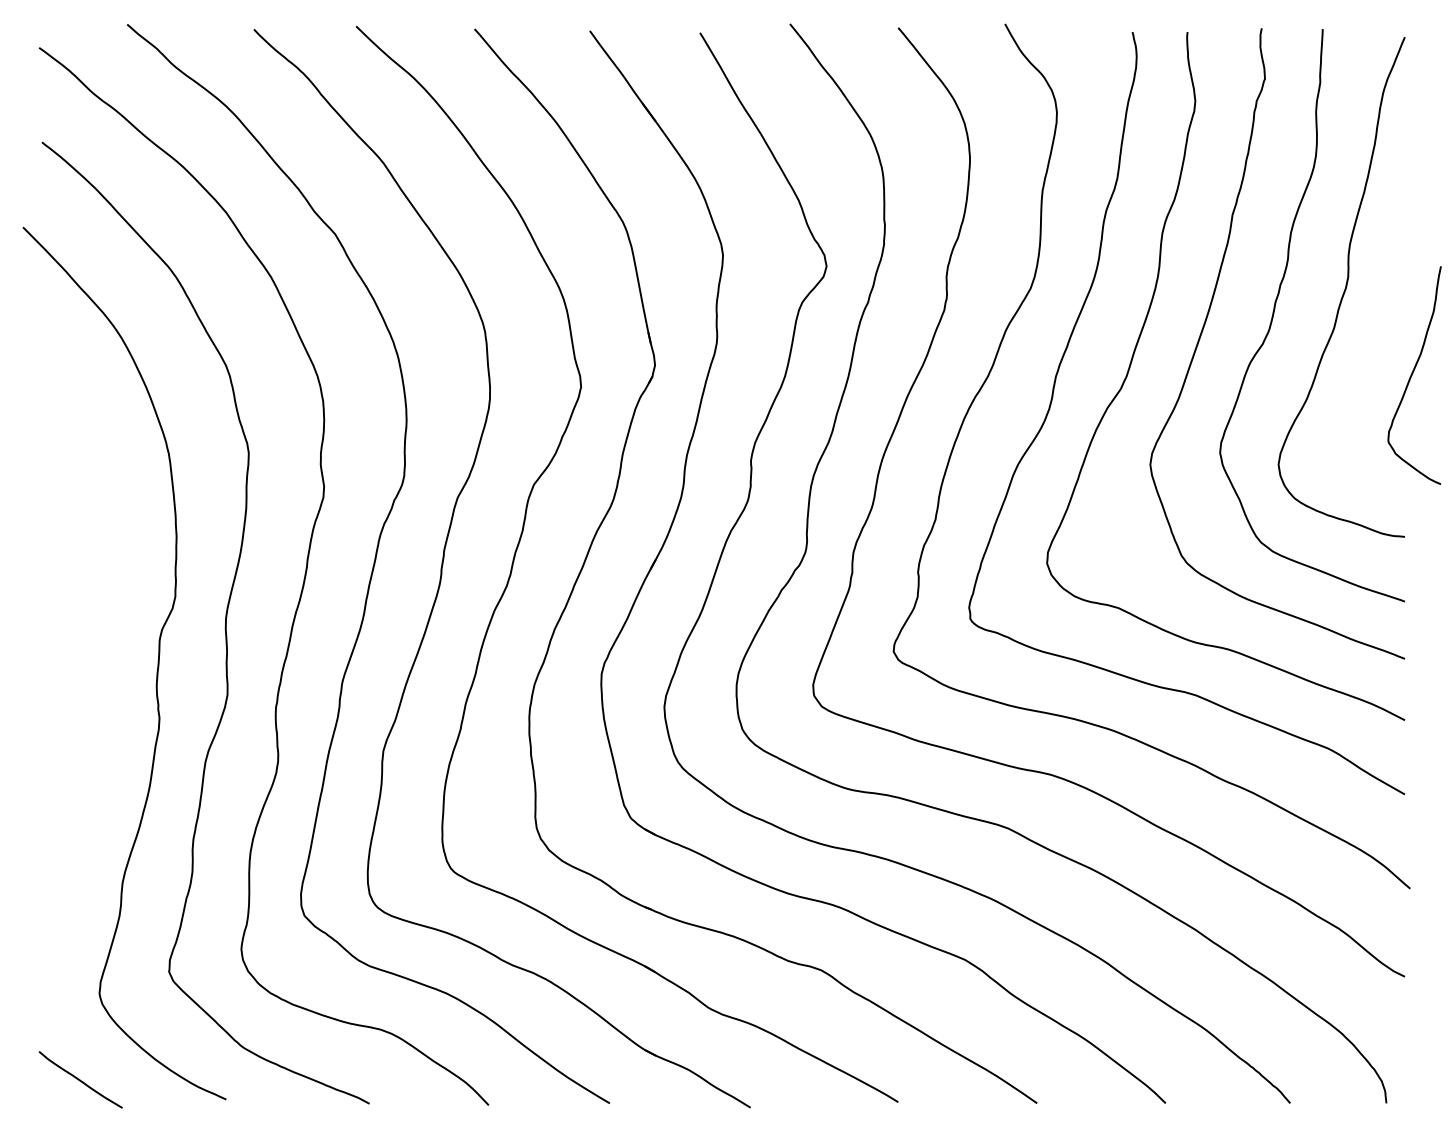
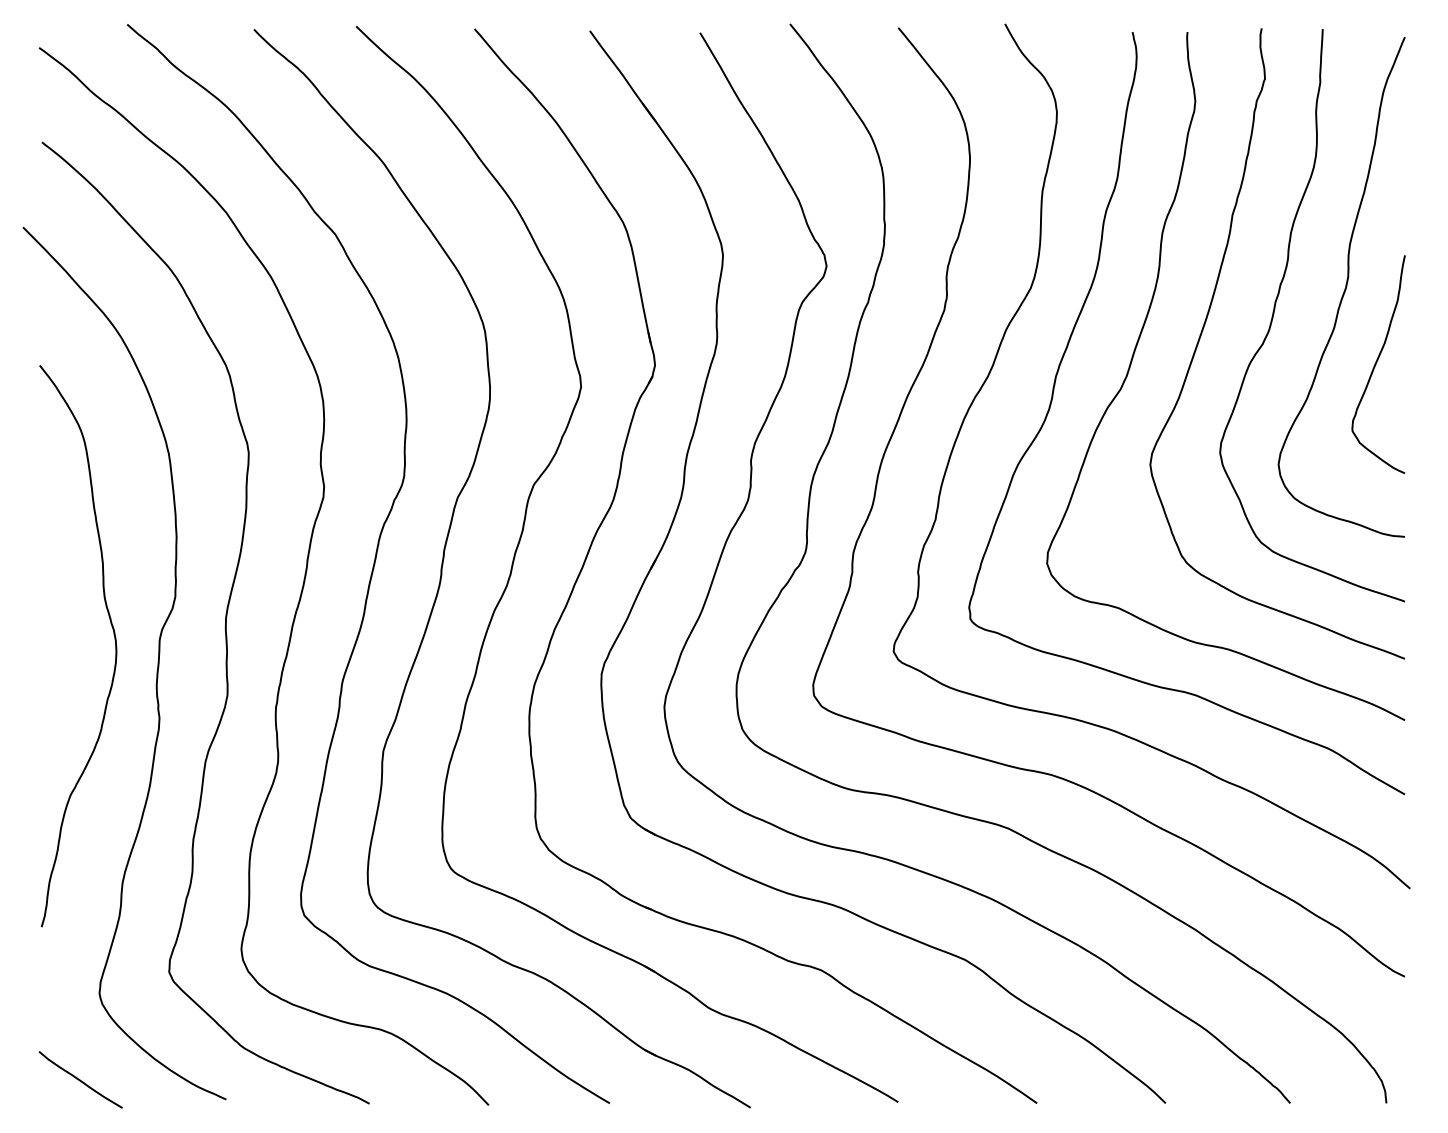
curve at (1412, 375) position: (1412, 375) -> (1376, 364)
curve at (114, 640): none -> present
